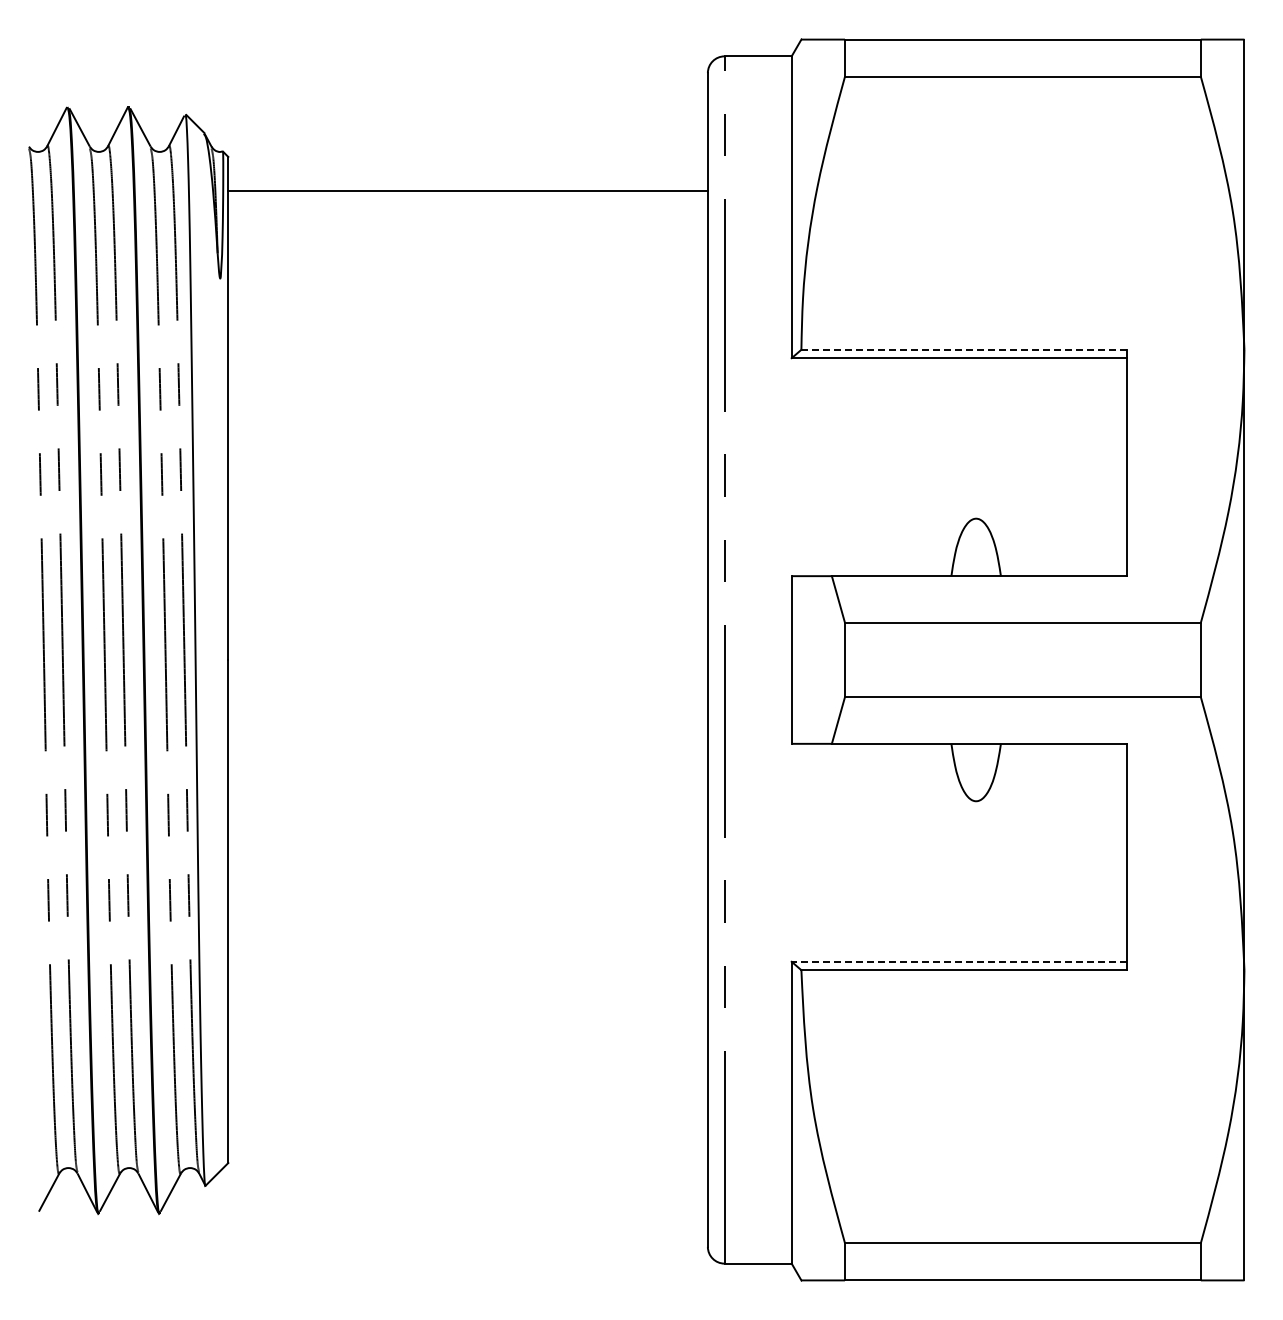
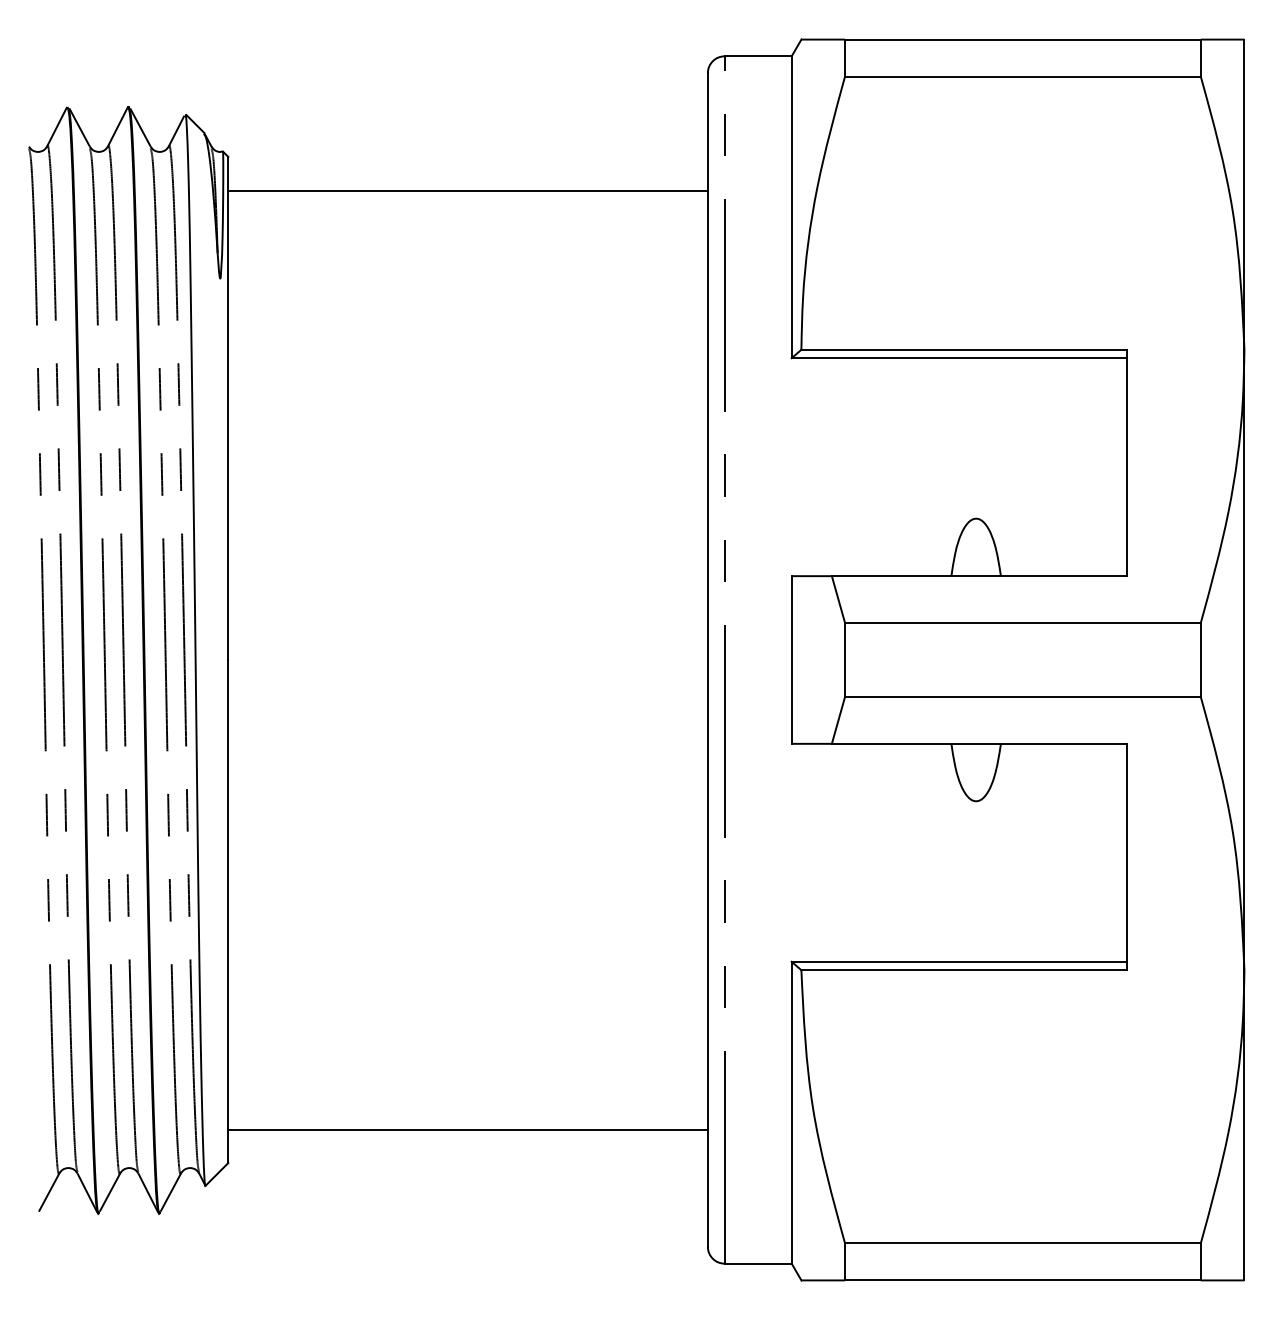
line at (964, 349): dashed -> solid
line at (959, 961): dashed -> solid
line at (467, 1129): none -> present
